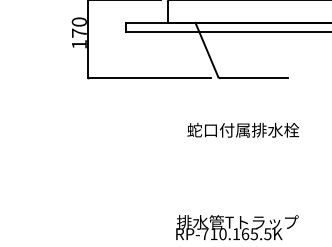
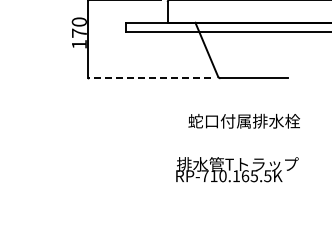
line at (149, 78): solid -> dashed
text at (242, 129) position: (242, 129) -> (243, 120)
text at (237, 227) position: (237, 227) -> (237, 169)
